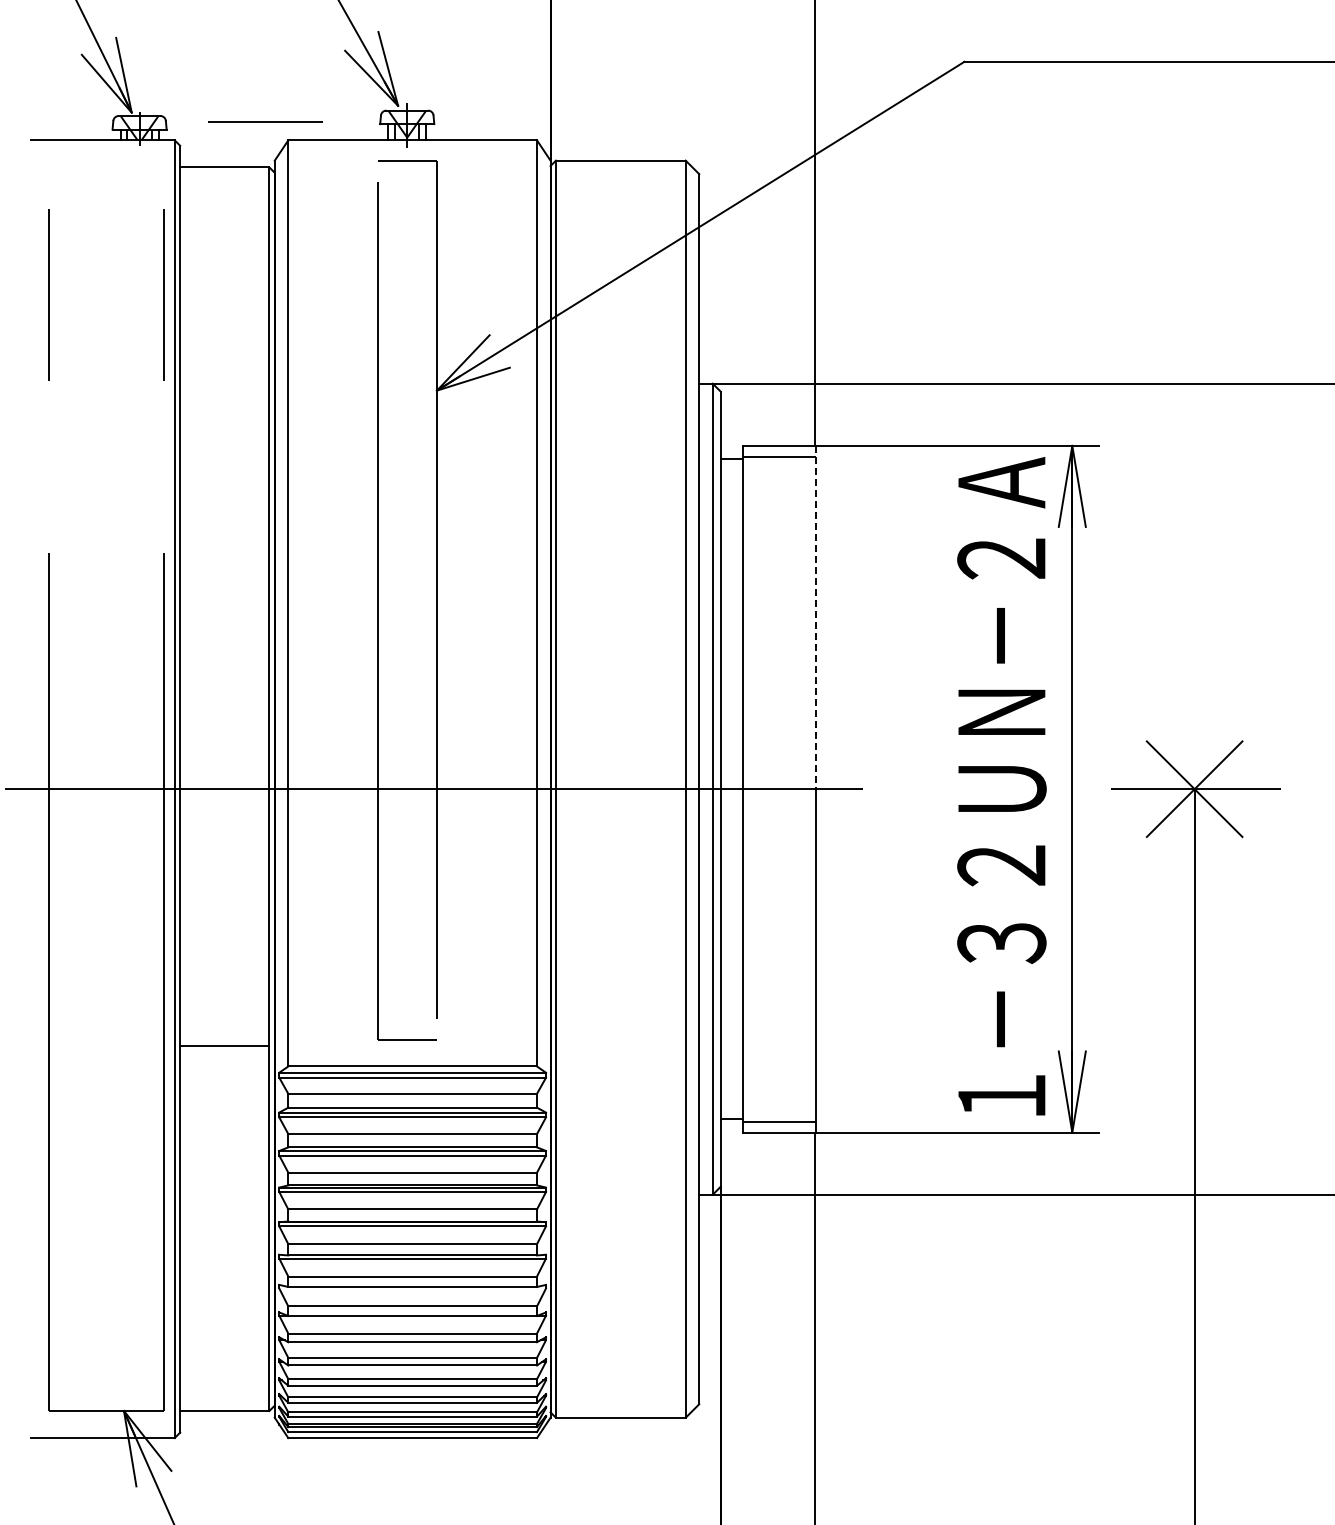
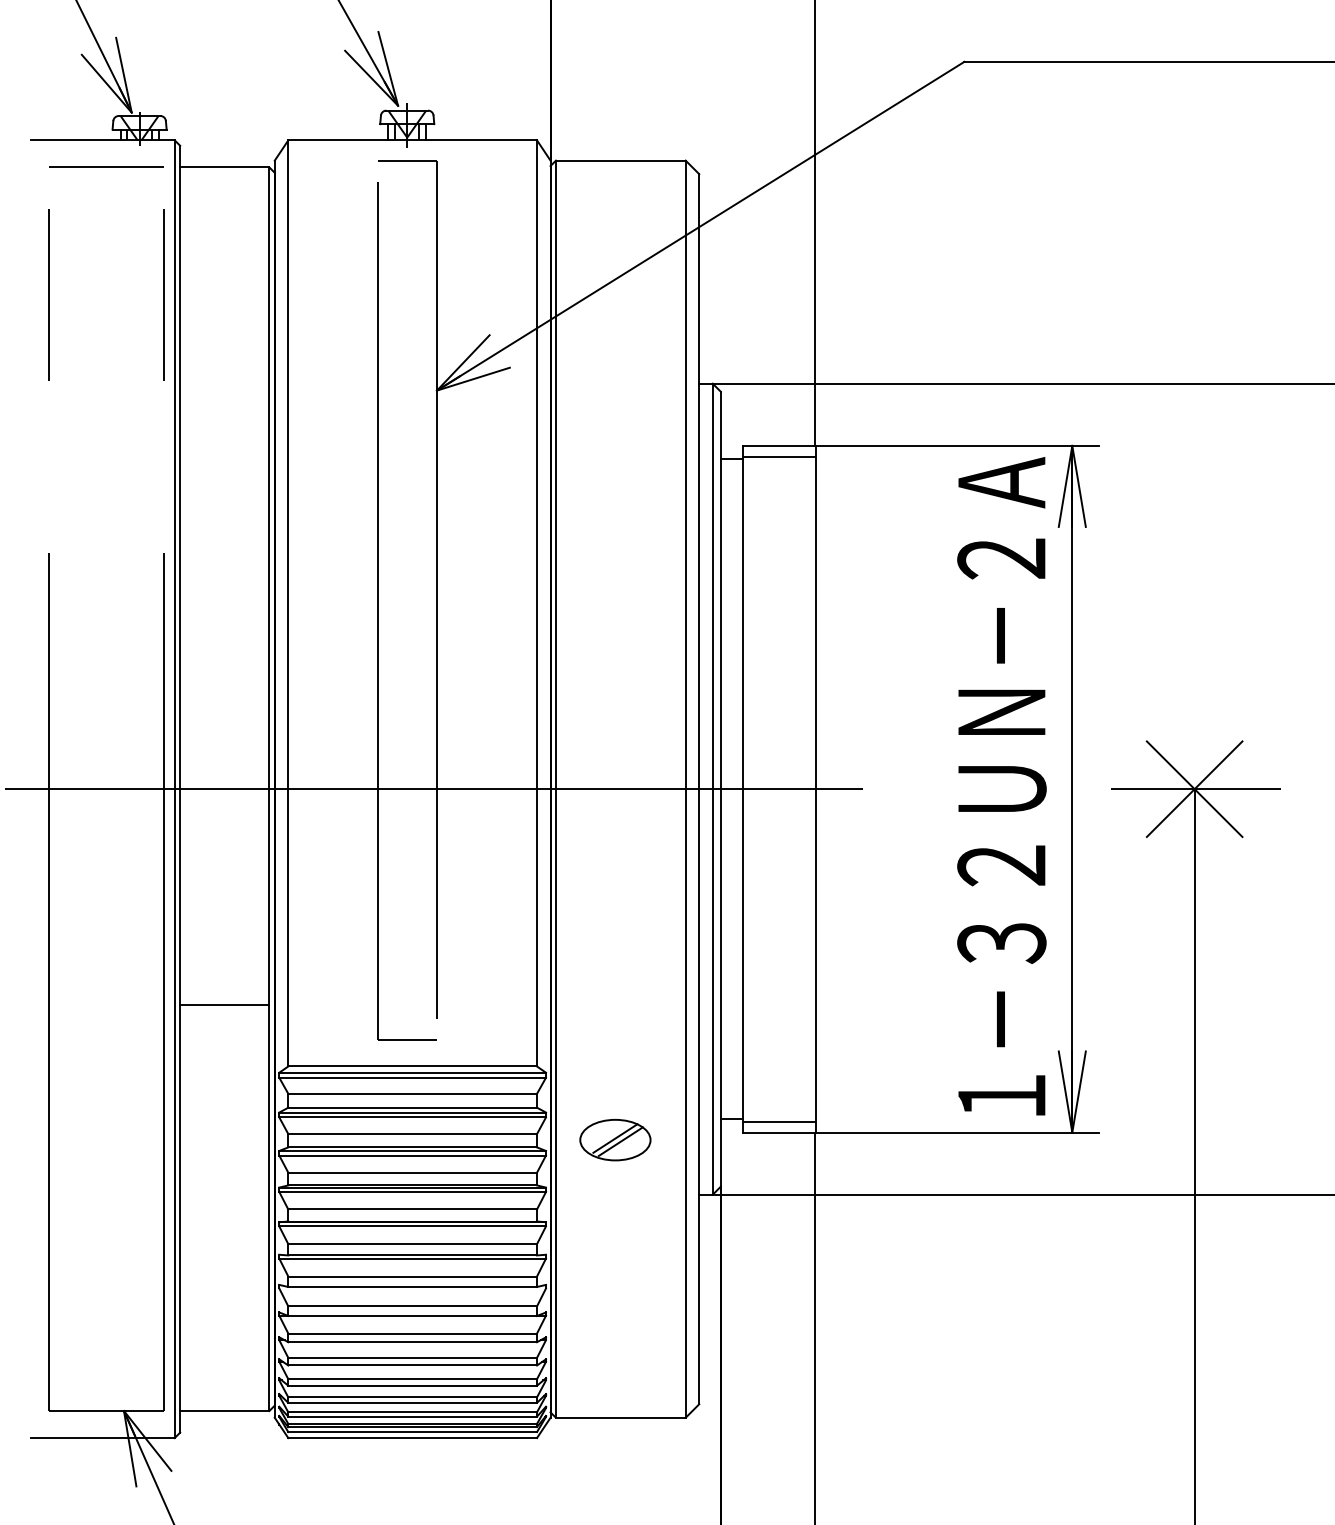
line at (265, 121) position: (265, 121) -> (106, 166)
line at (815, 617): dashed -> solid
line at (224, 1046) position: (224, 1046) -> (224, 1005)
part at (615, 1140): none -> present
